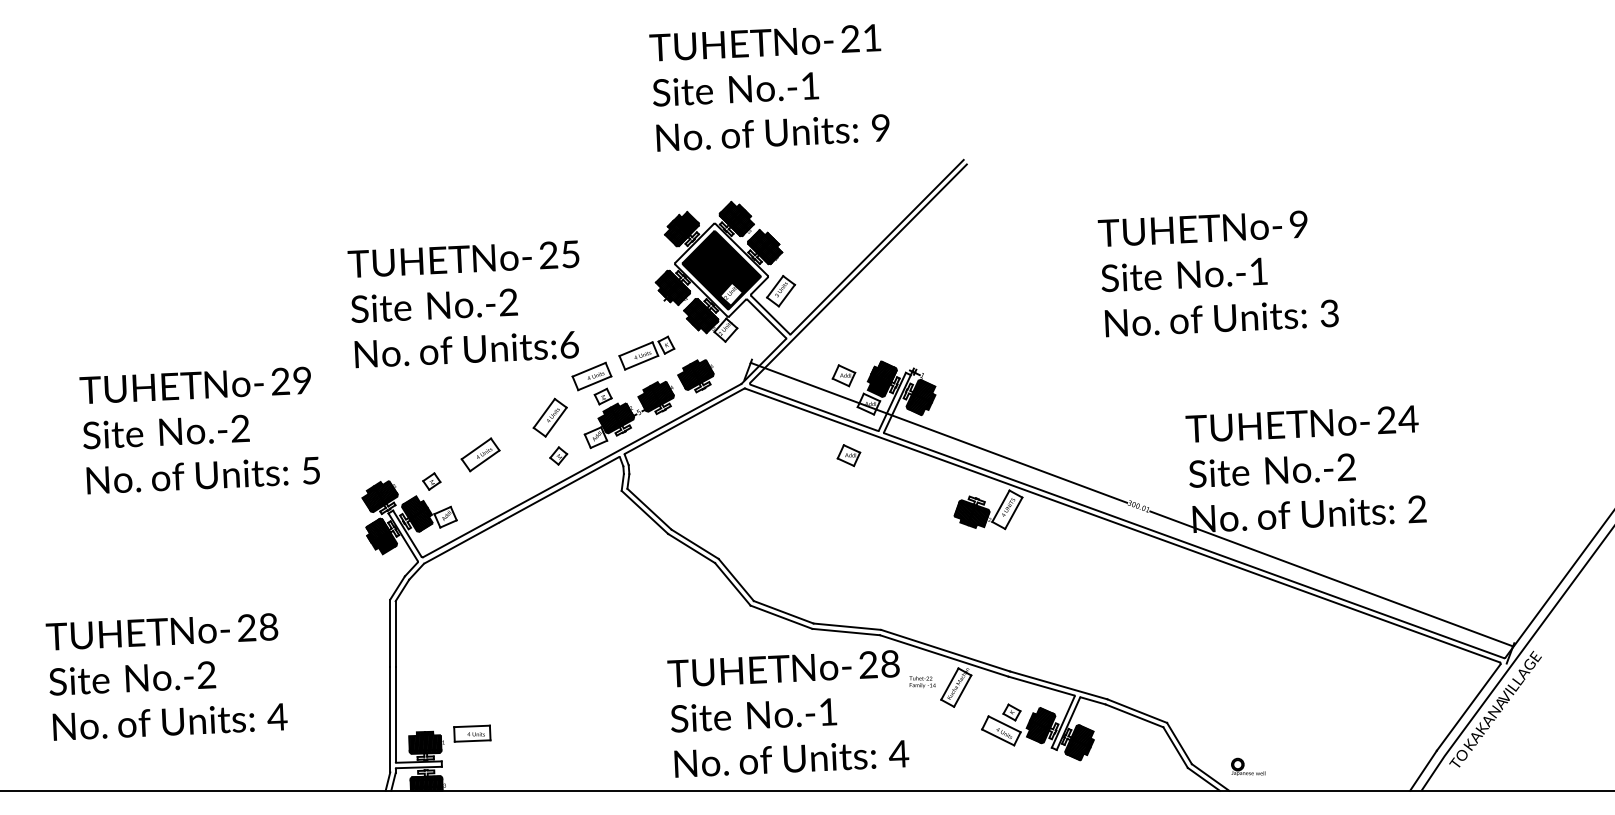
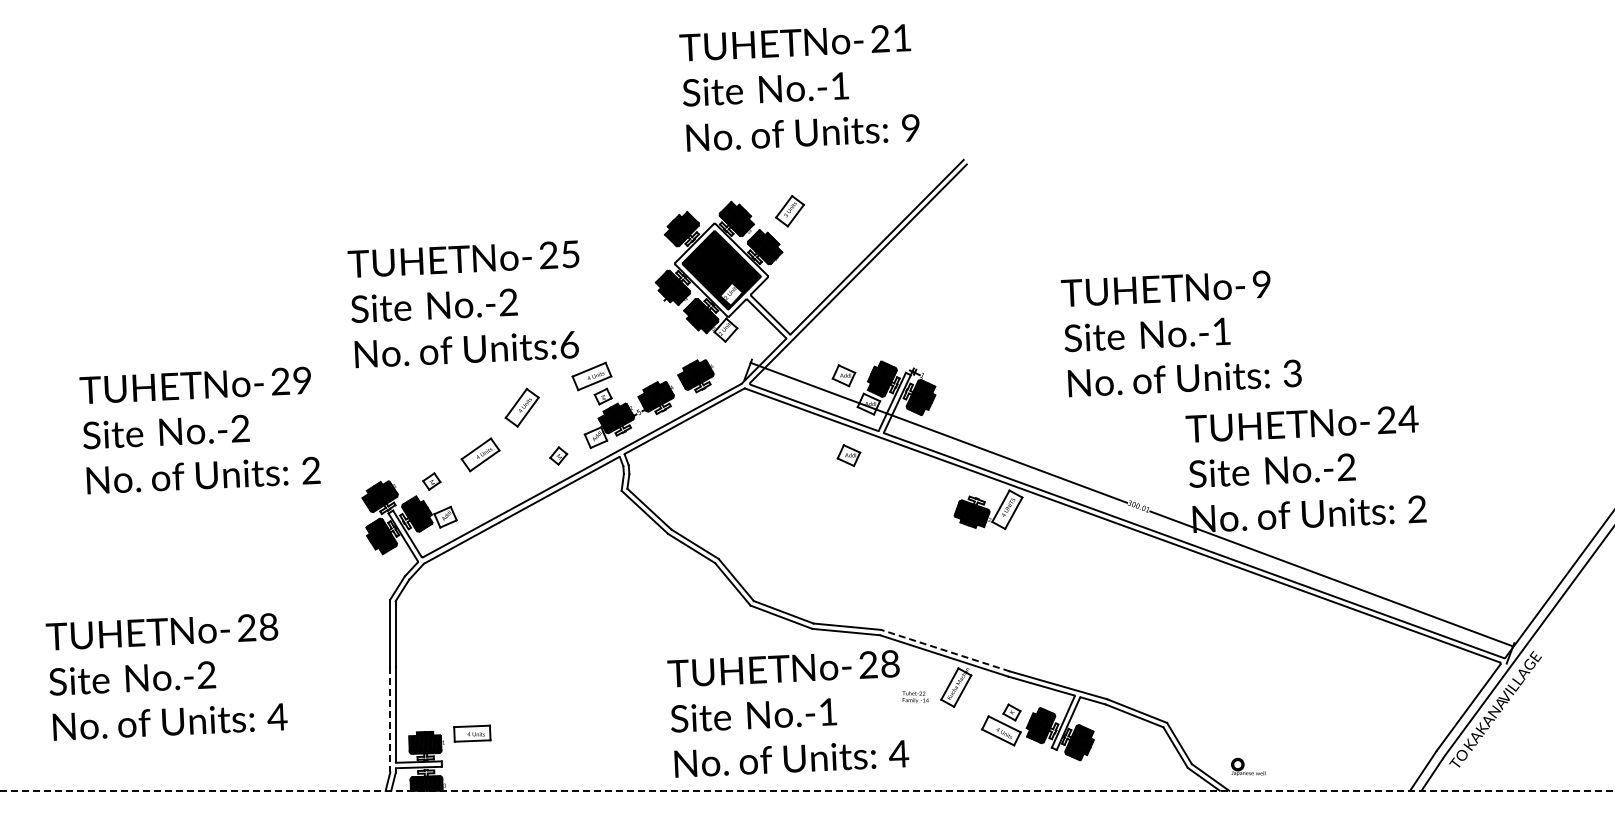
text at (769, 87) position: (769, 87) -> (799, 87)
text at (1217, 273) position: (1217, 273) -> (1180, 333)
part at (781, 291) position: (781, 291) -> (790, 211)
part at (646, 352): present -> none
part at (549, 417) position: (549, 417) -> (521, 407)
text at (311, 470): 5 -> 2
line at (945, 650): solid -> dashed
text at (922, 682) position: (922, 682) -> (915, 697)
line at (390, 719): solid -> dashed
line at (808, 790): solid -> dashed
